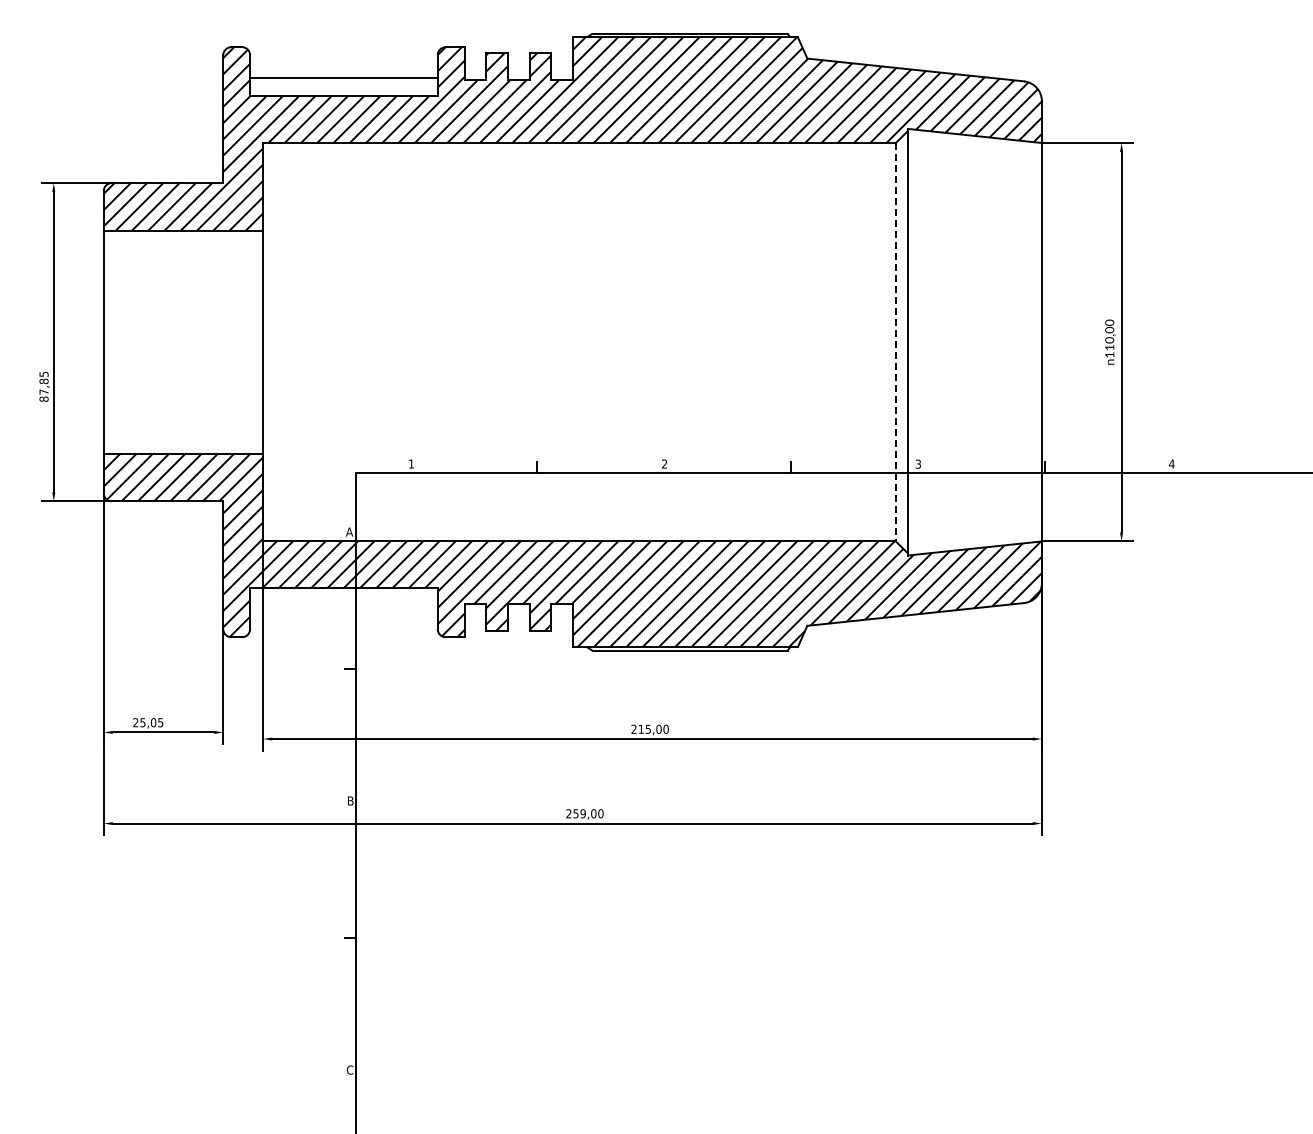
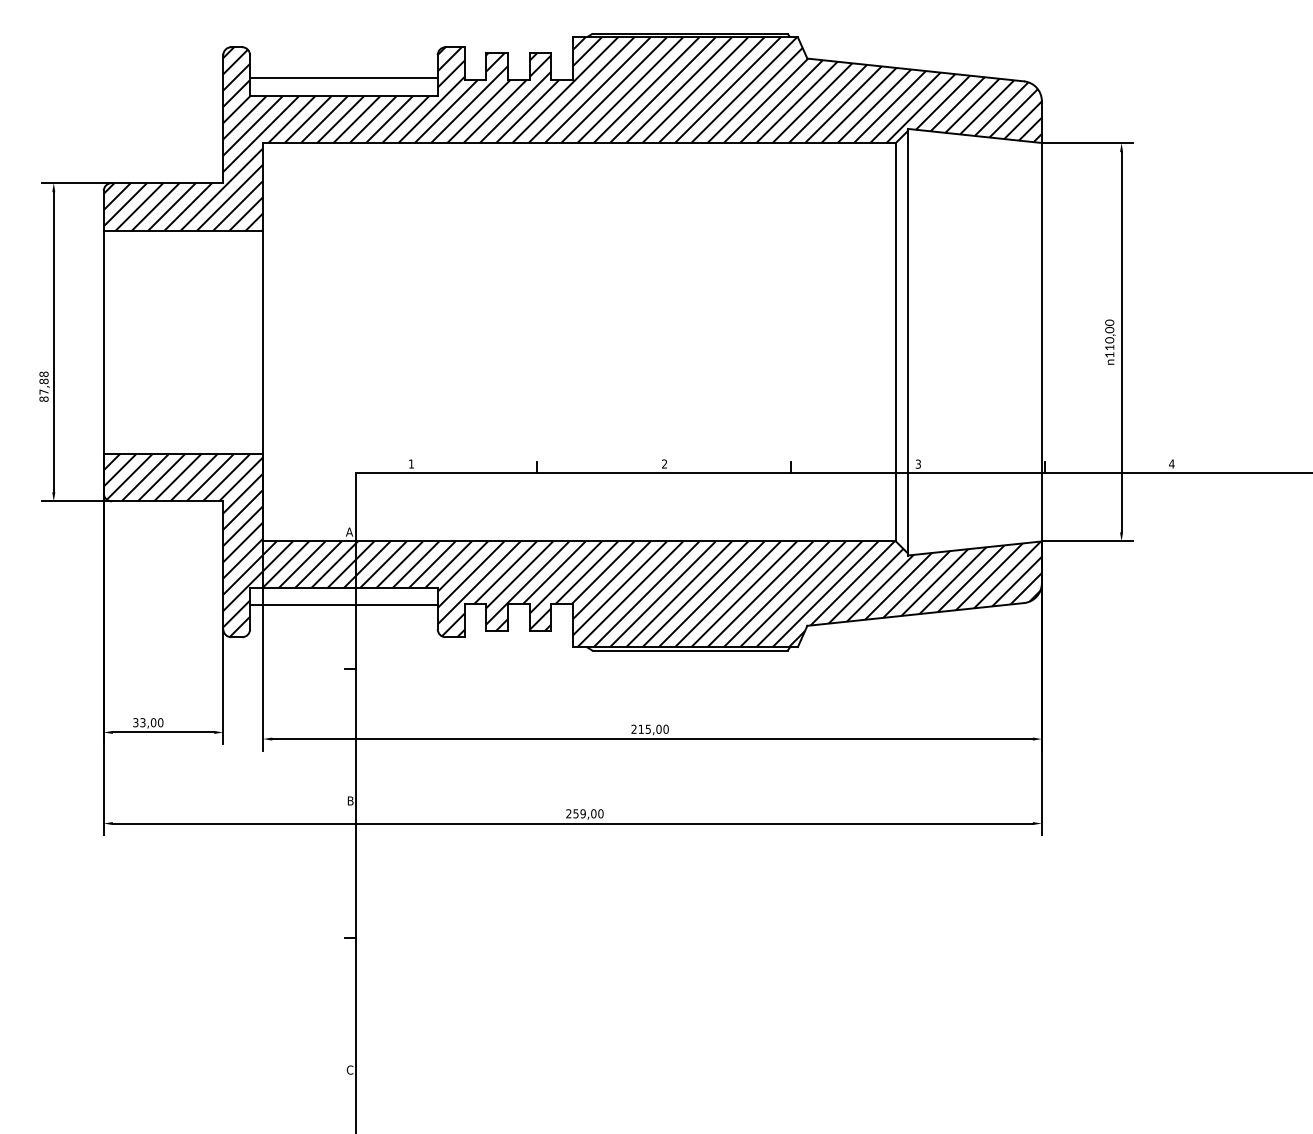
line at (895, 342): dashed -> solid
text at (43, 373): 87,85 -> 87,88
line at (343, 604): none -> present
text at (148, 722): 25,05 -> 33,00
